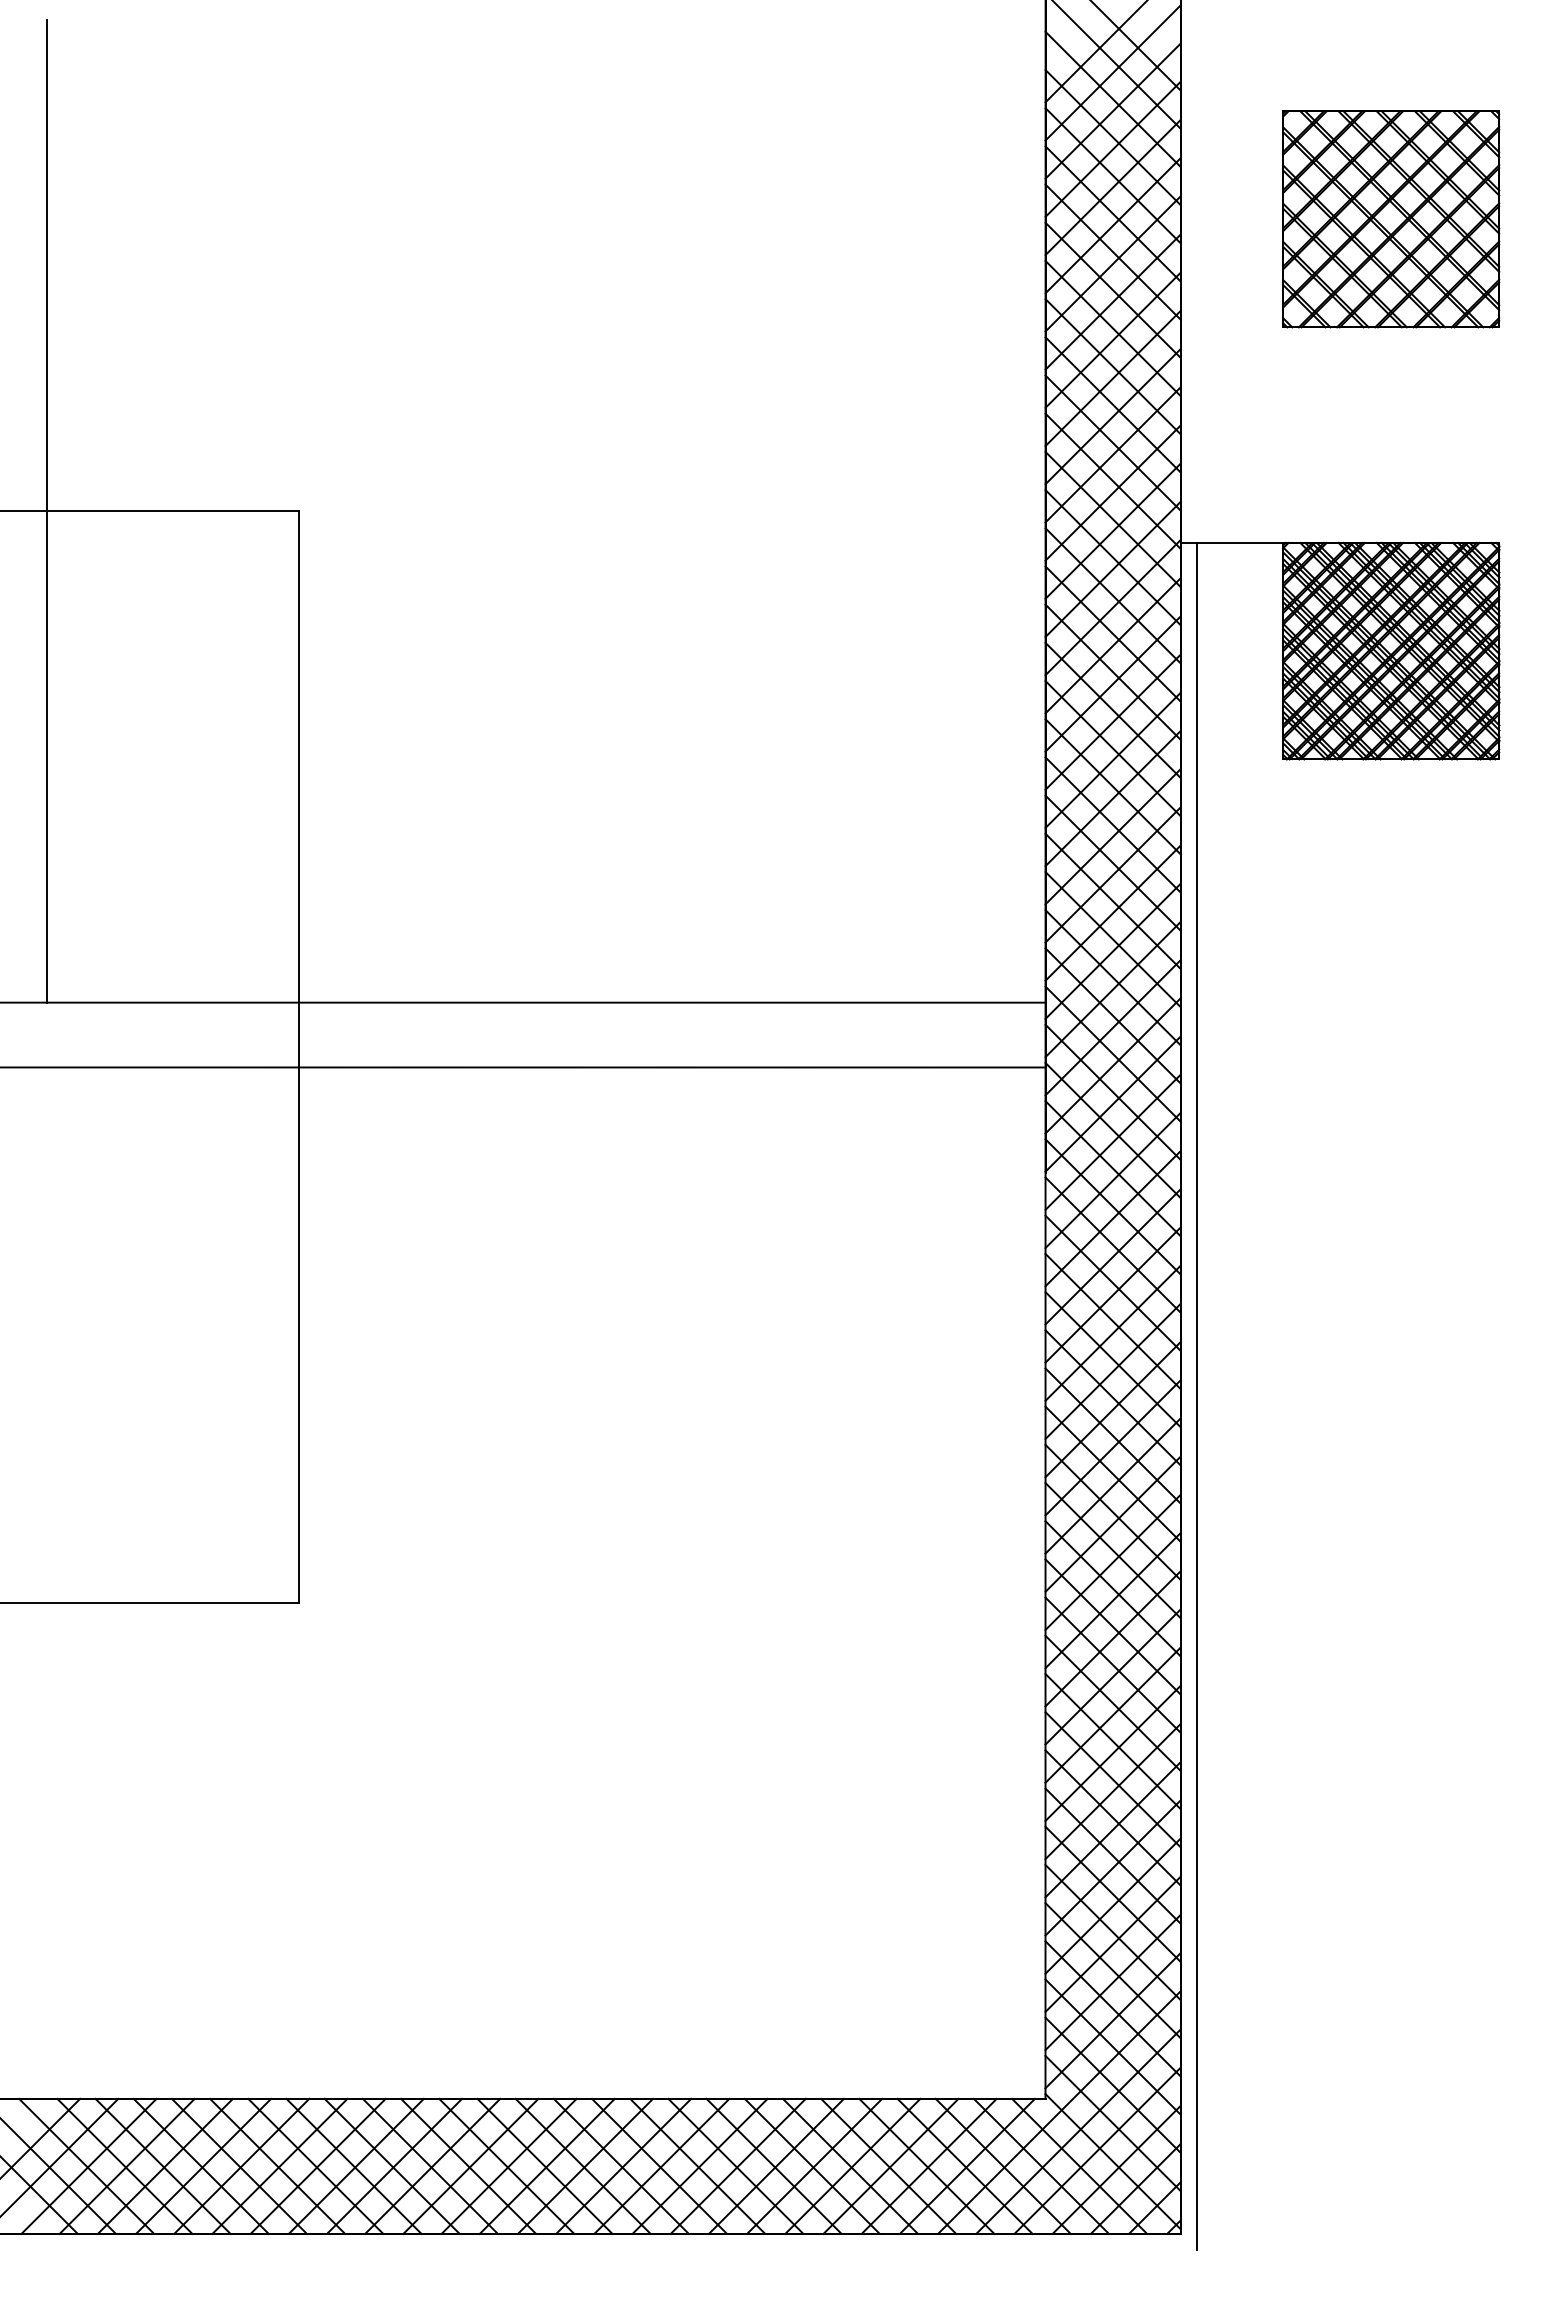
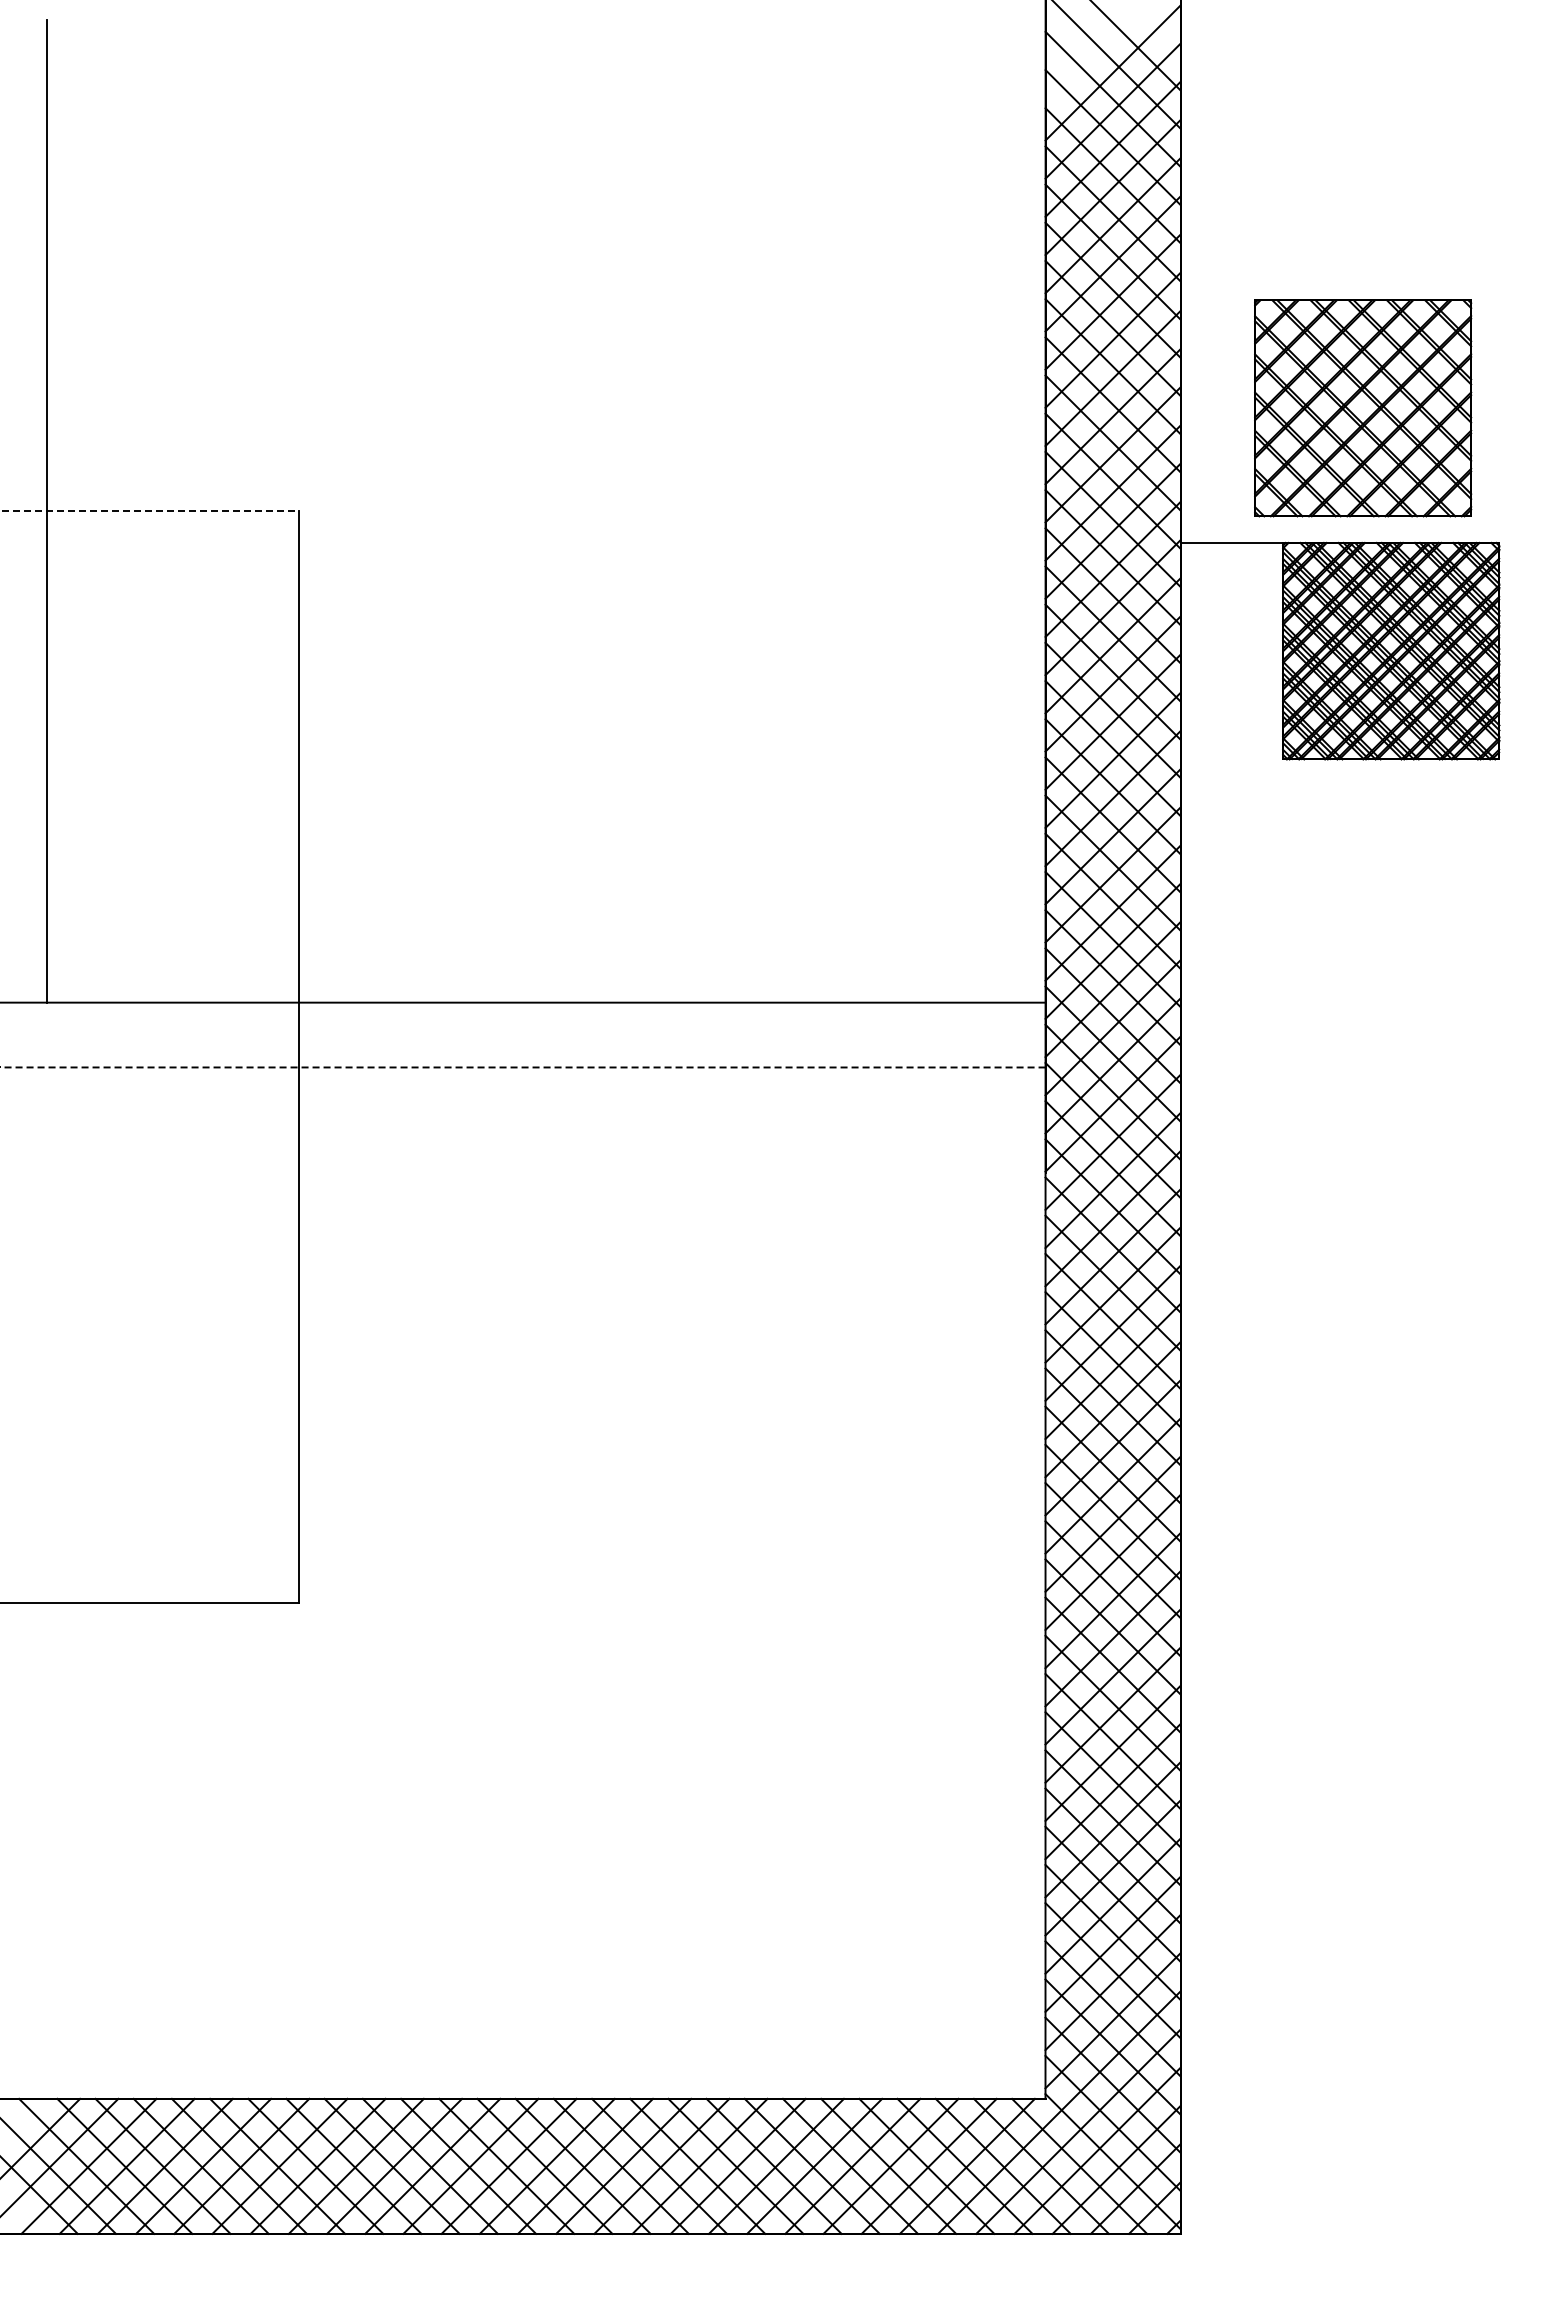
line at (1095, 52): present -> none
part at (1391, 219) position: (1391, 219) -> (1363, 408)
line at (150, 511): solid -> dashed
line at (522, 1067): solid -> dashed
line at (1196, 1396): present -> none
